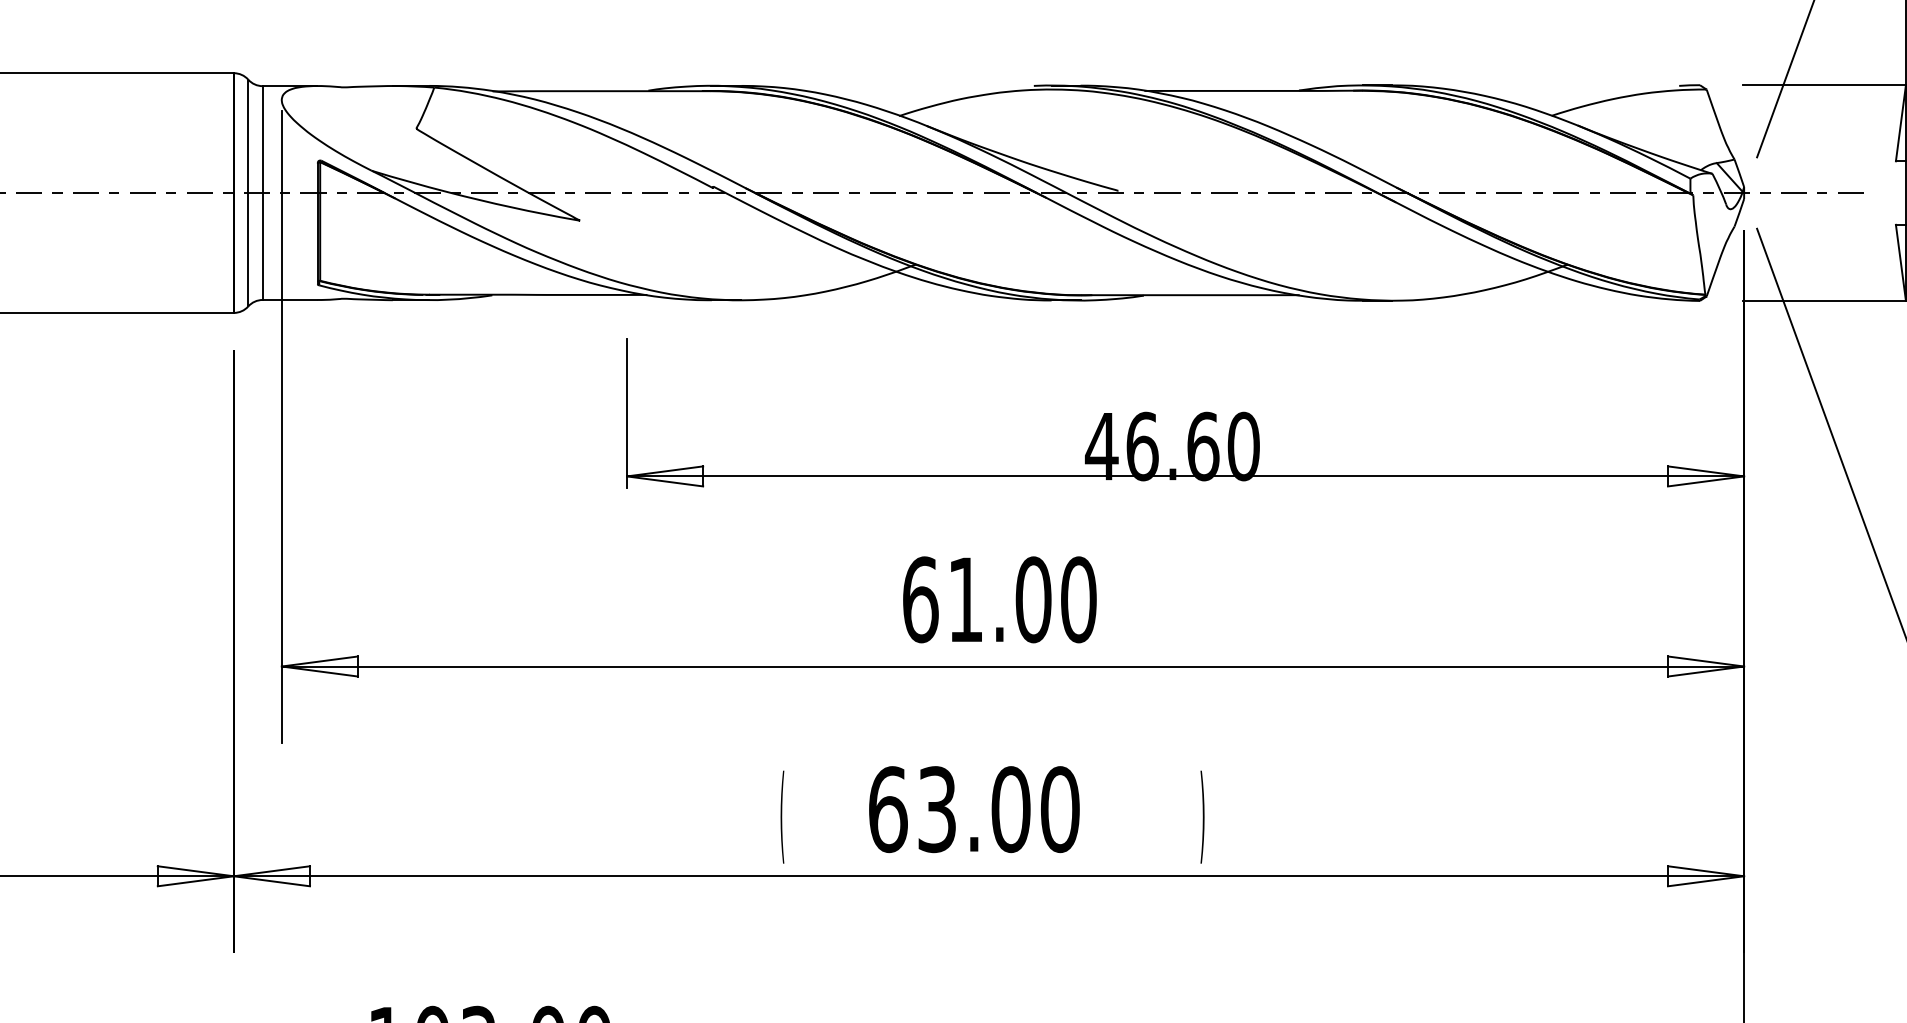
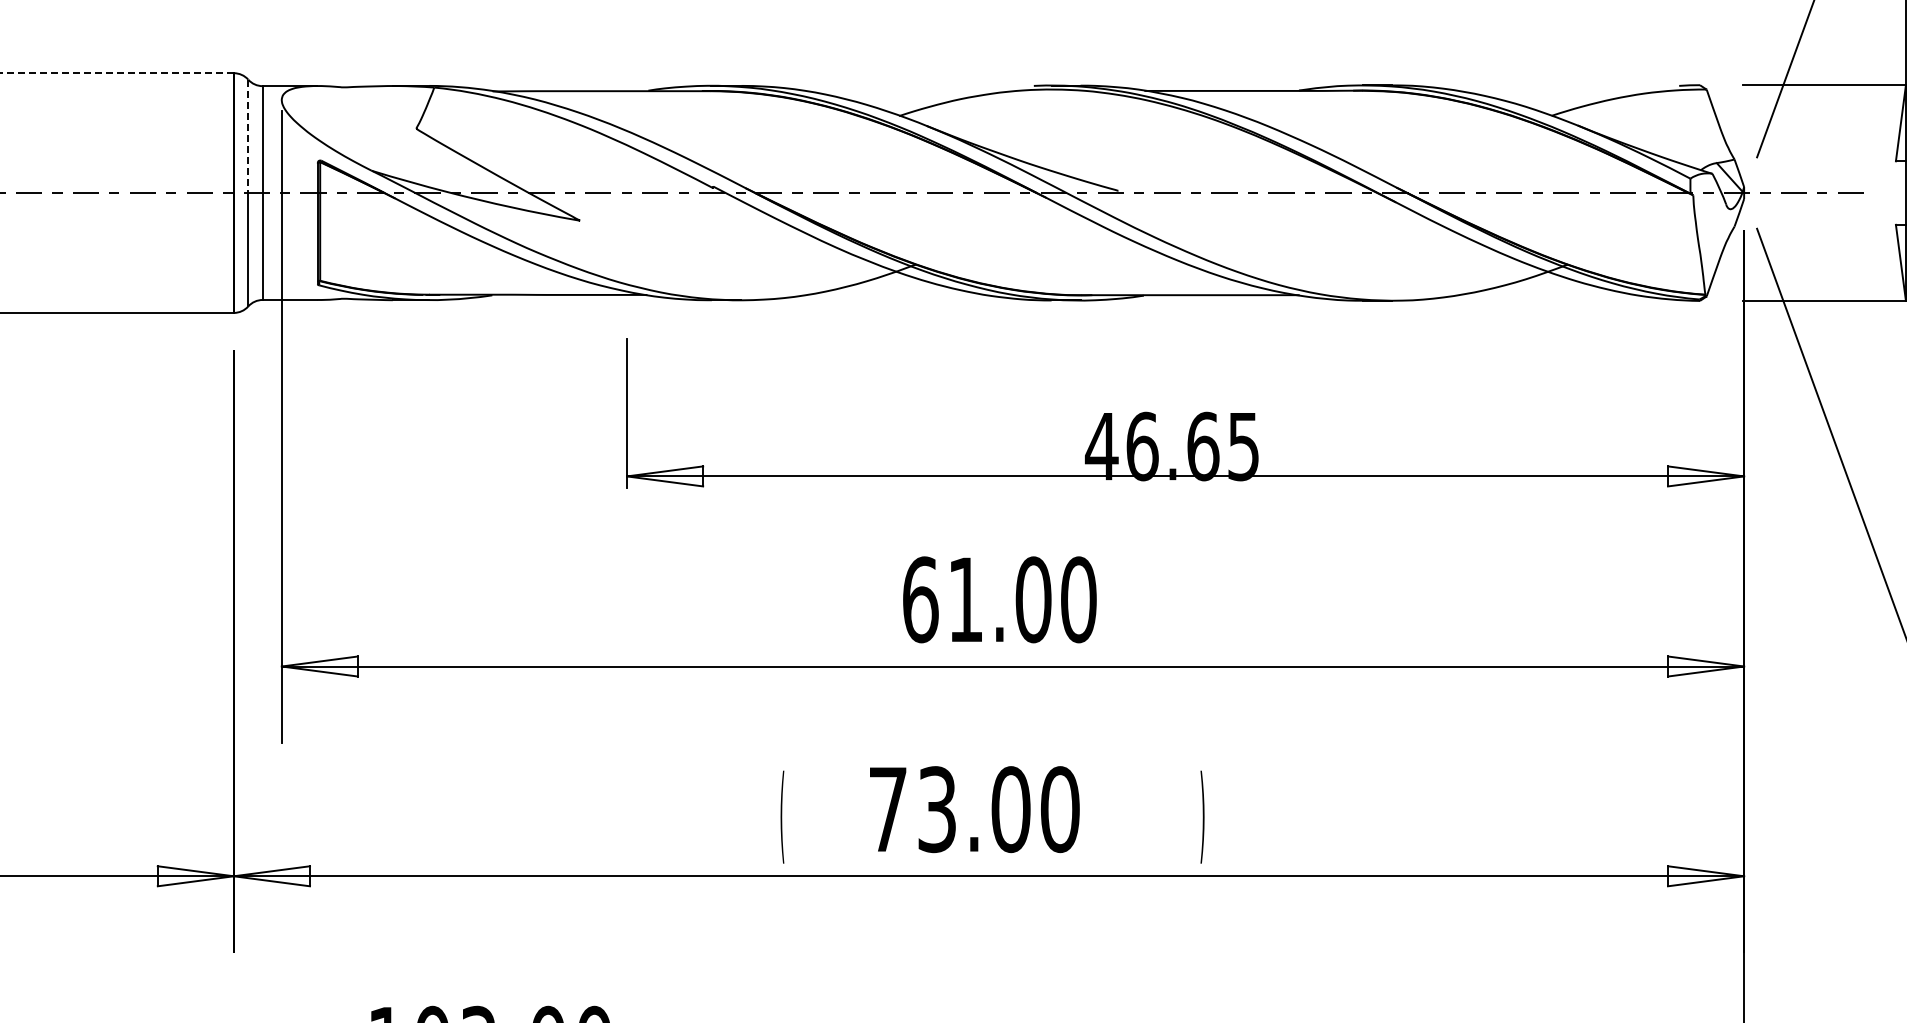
line at (116, 73): solid -> dashed
line at (248, 136): solid -> dashed
text at (1243, 446): 46.60 -> 46.65
text at (888, 809): 63.00 -> 73.00
